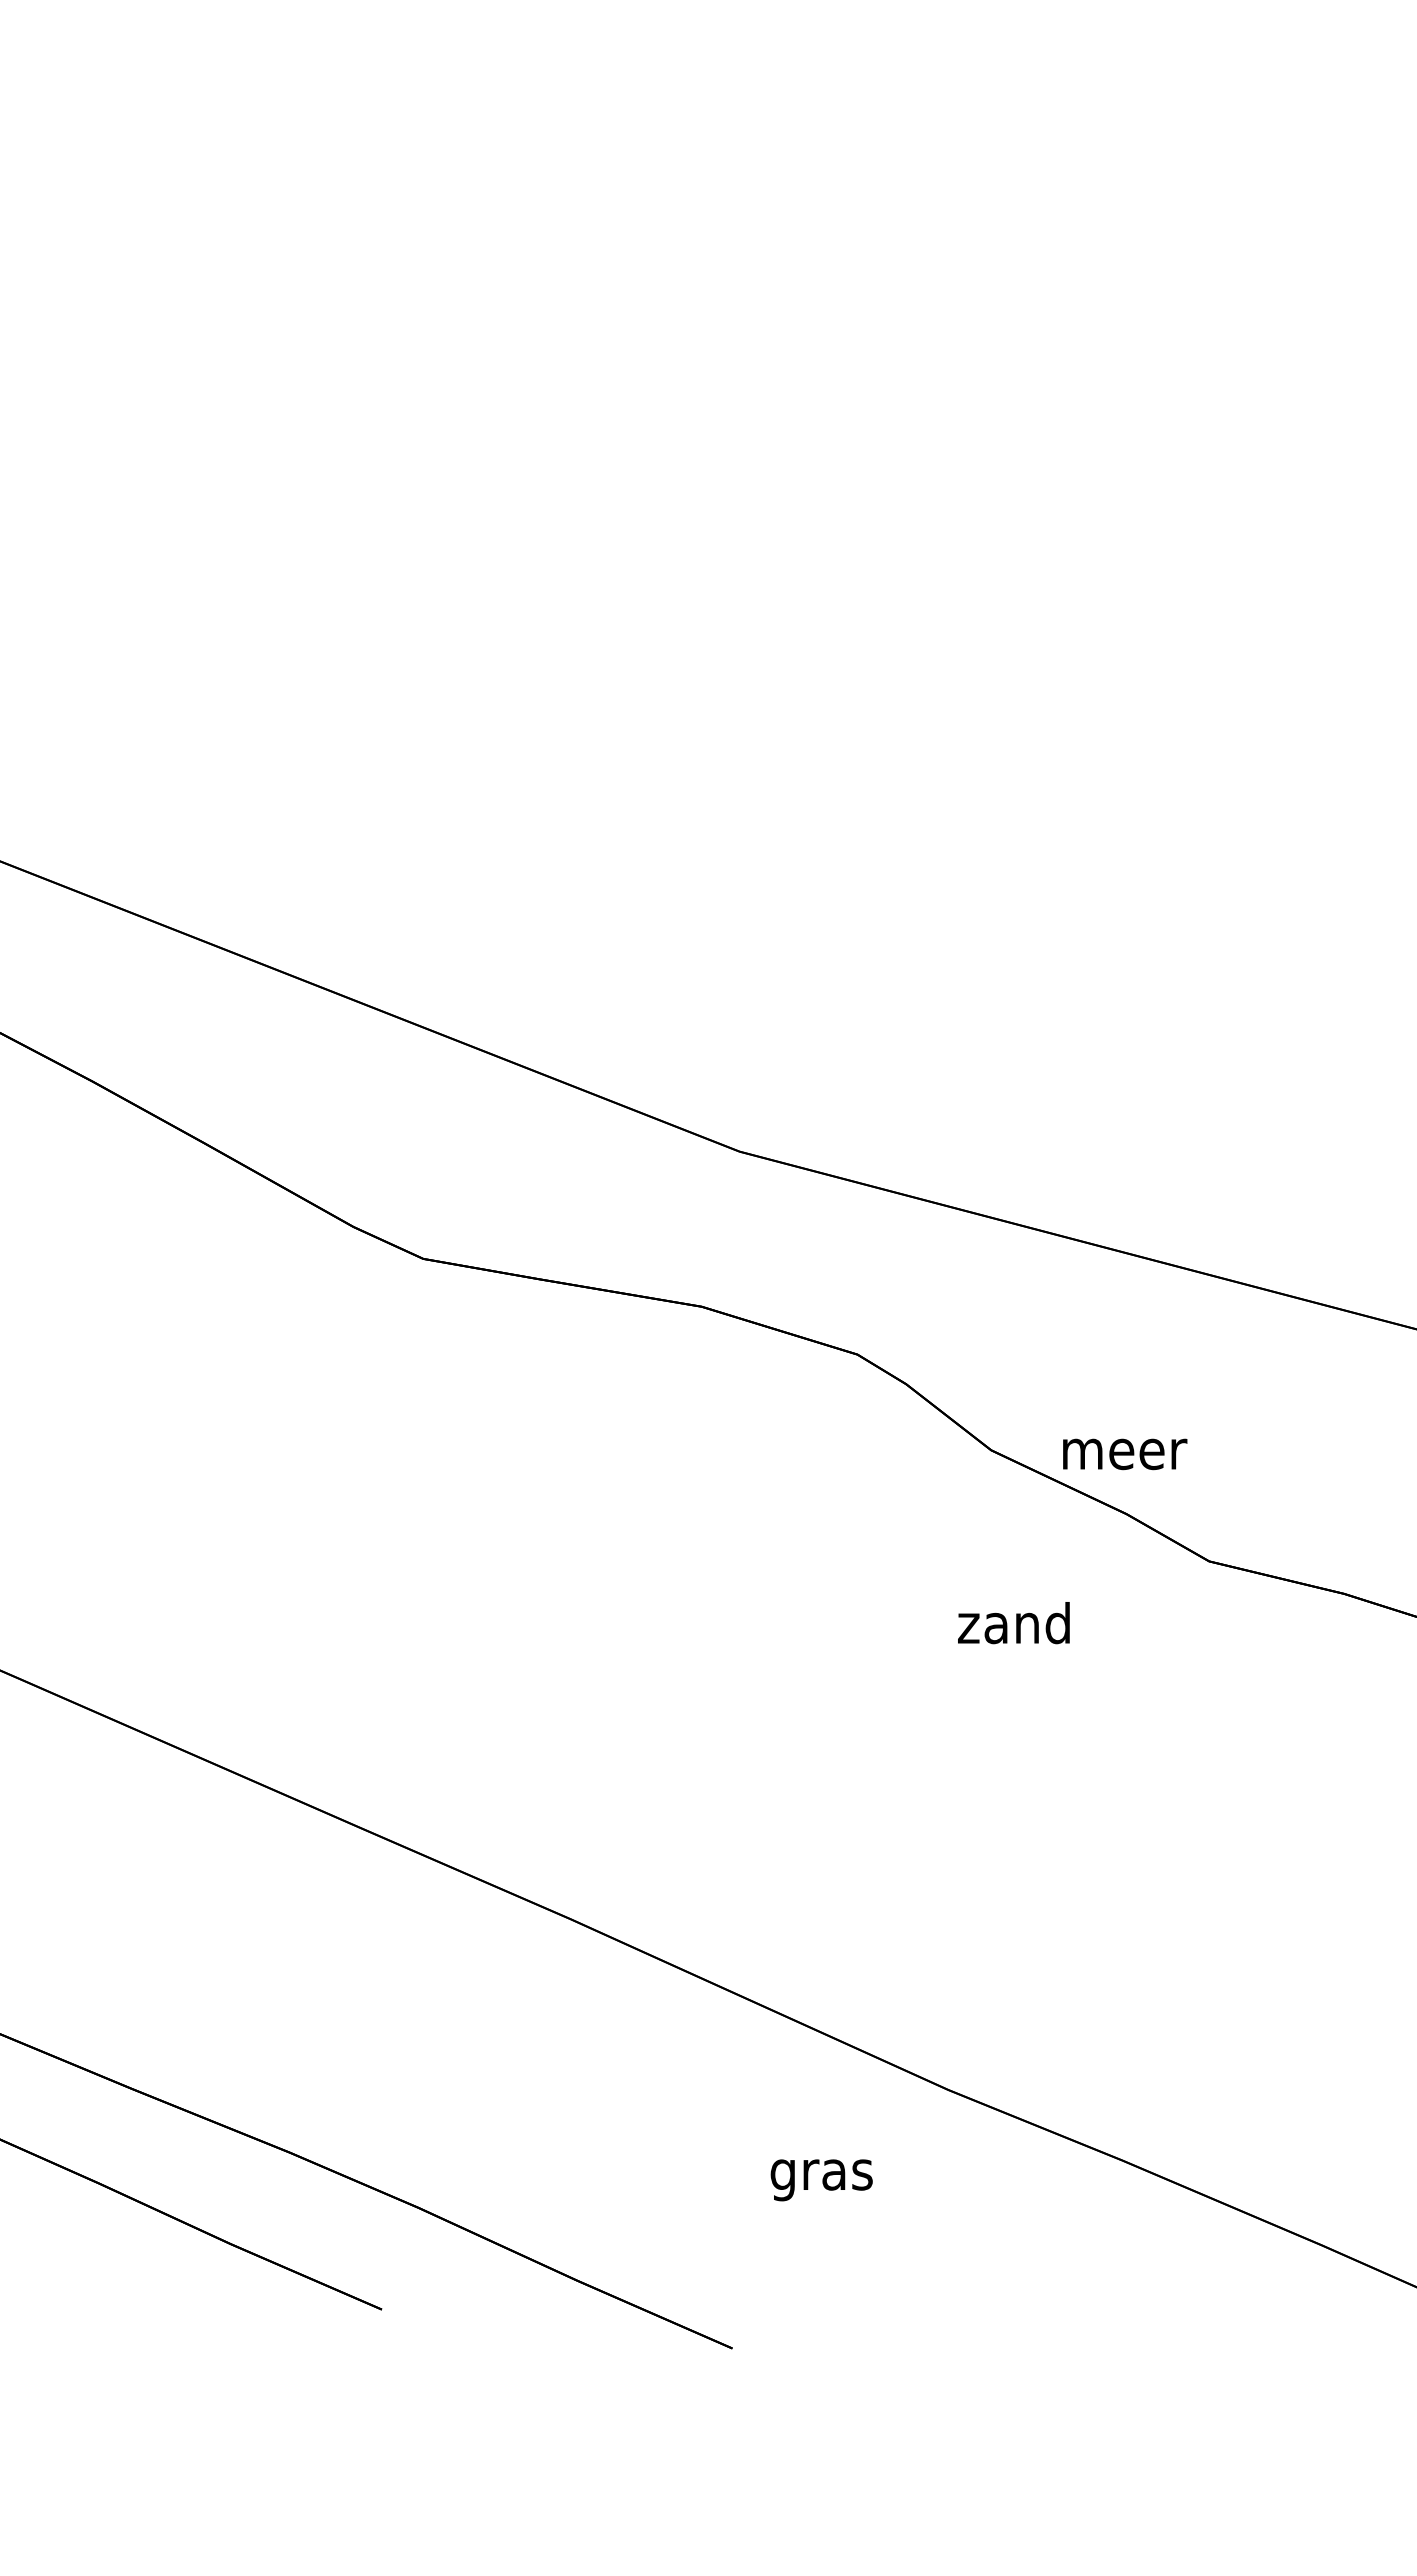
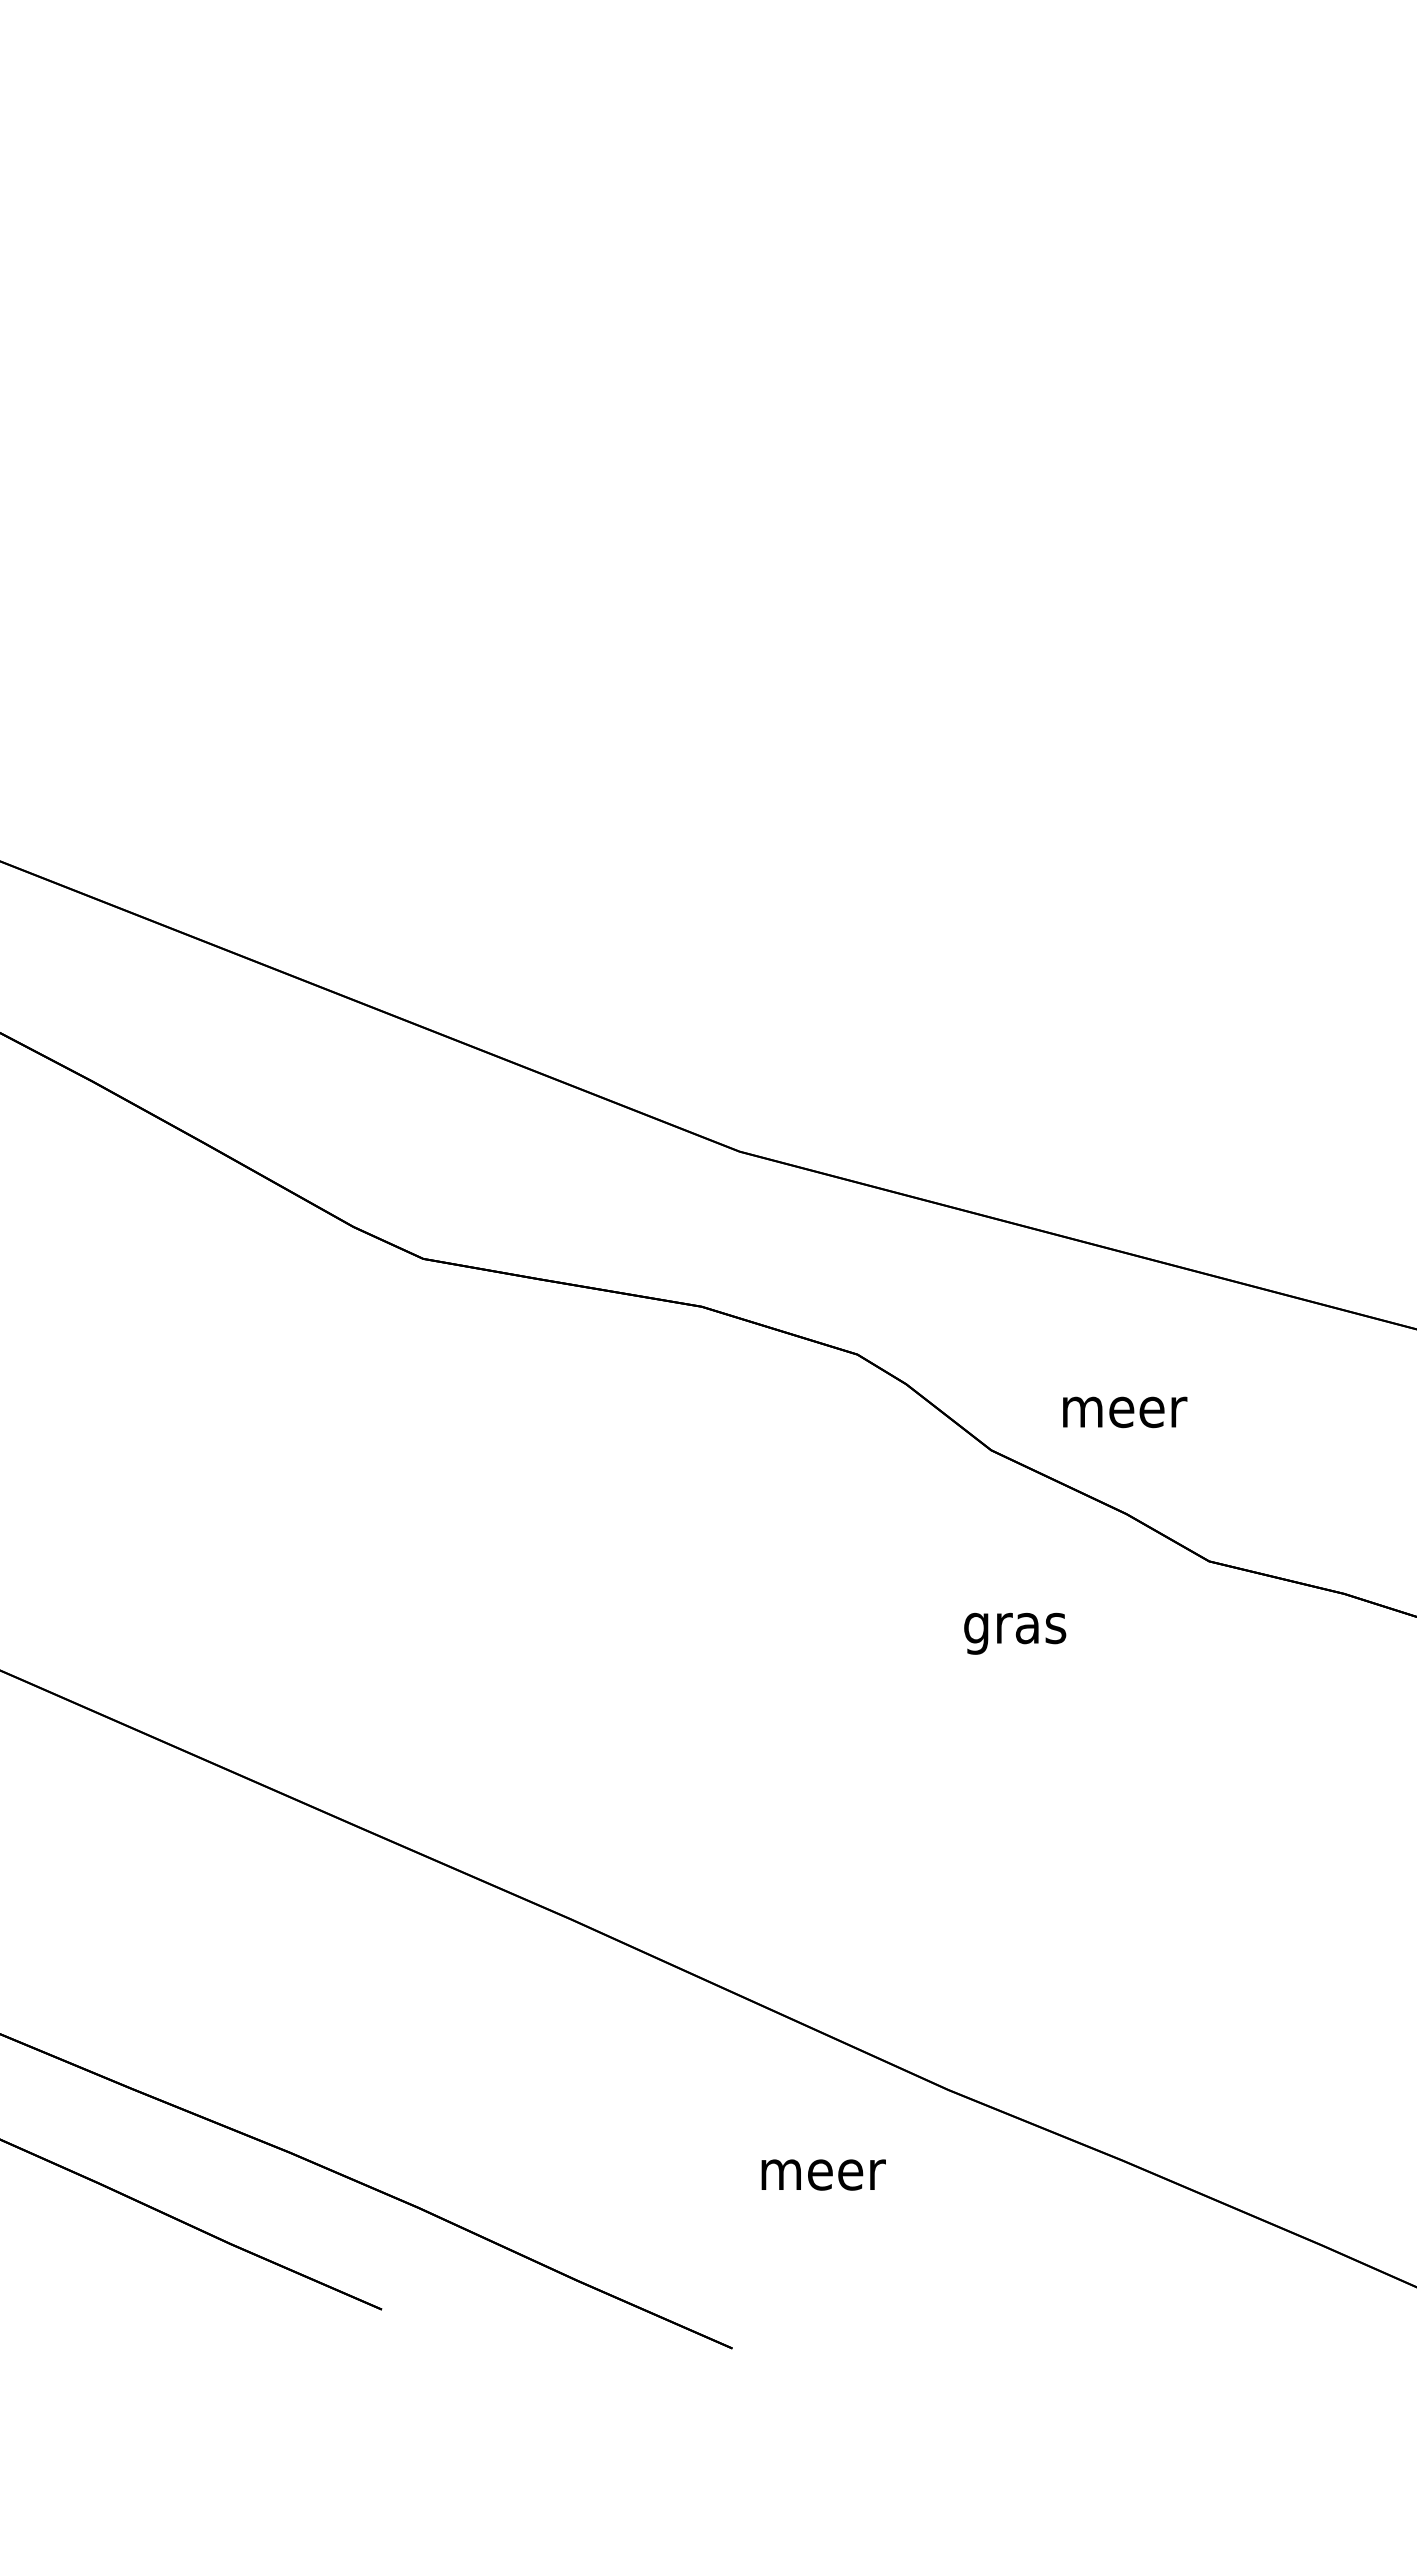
text at (1125, 1454) position: (1125, 1454) -> (1125, 1412)
text at (1013, 1628): zand -> gras
text at (823, 2180): gras -> meer
